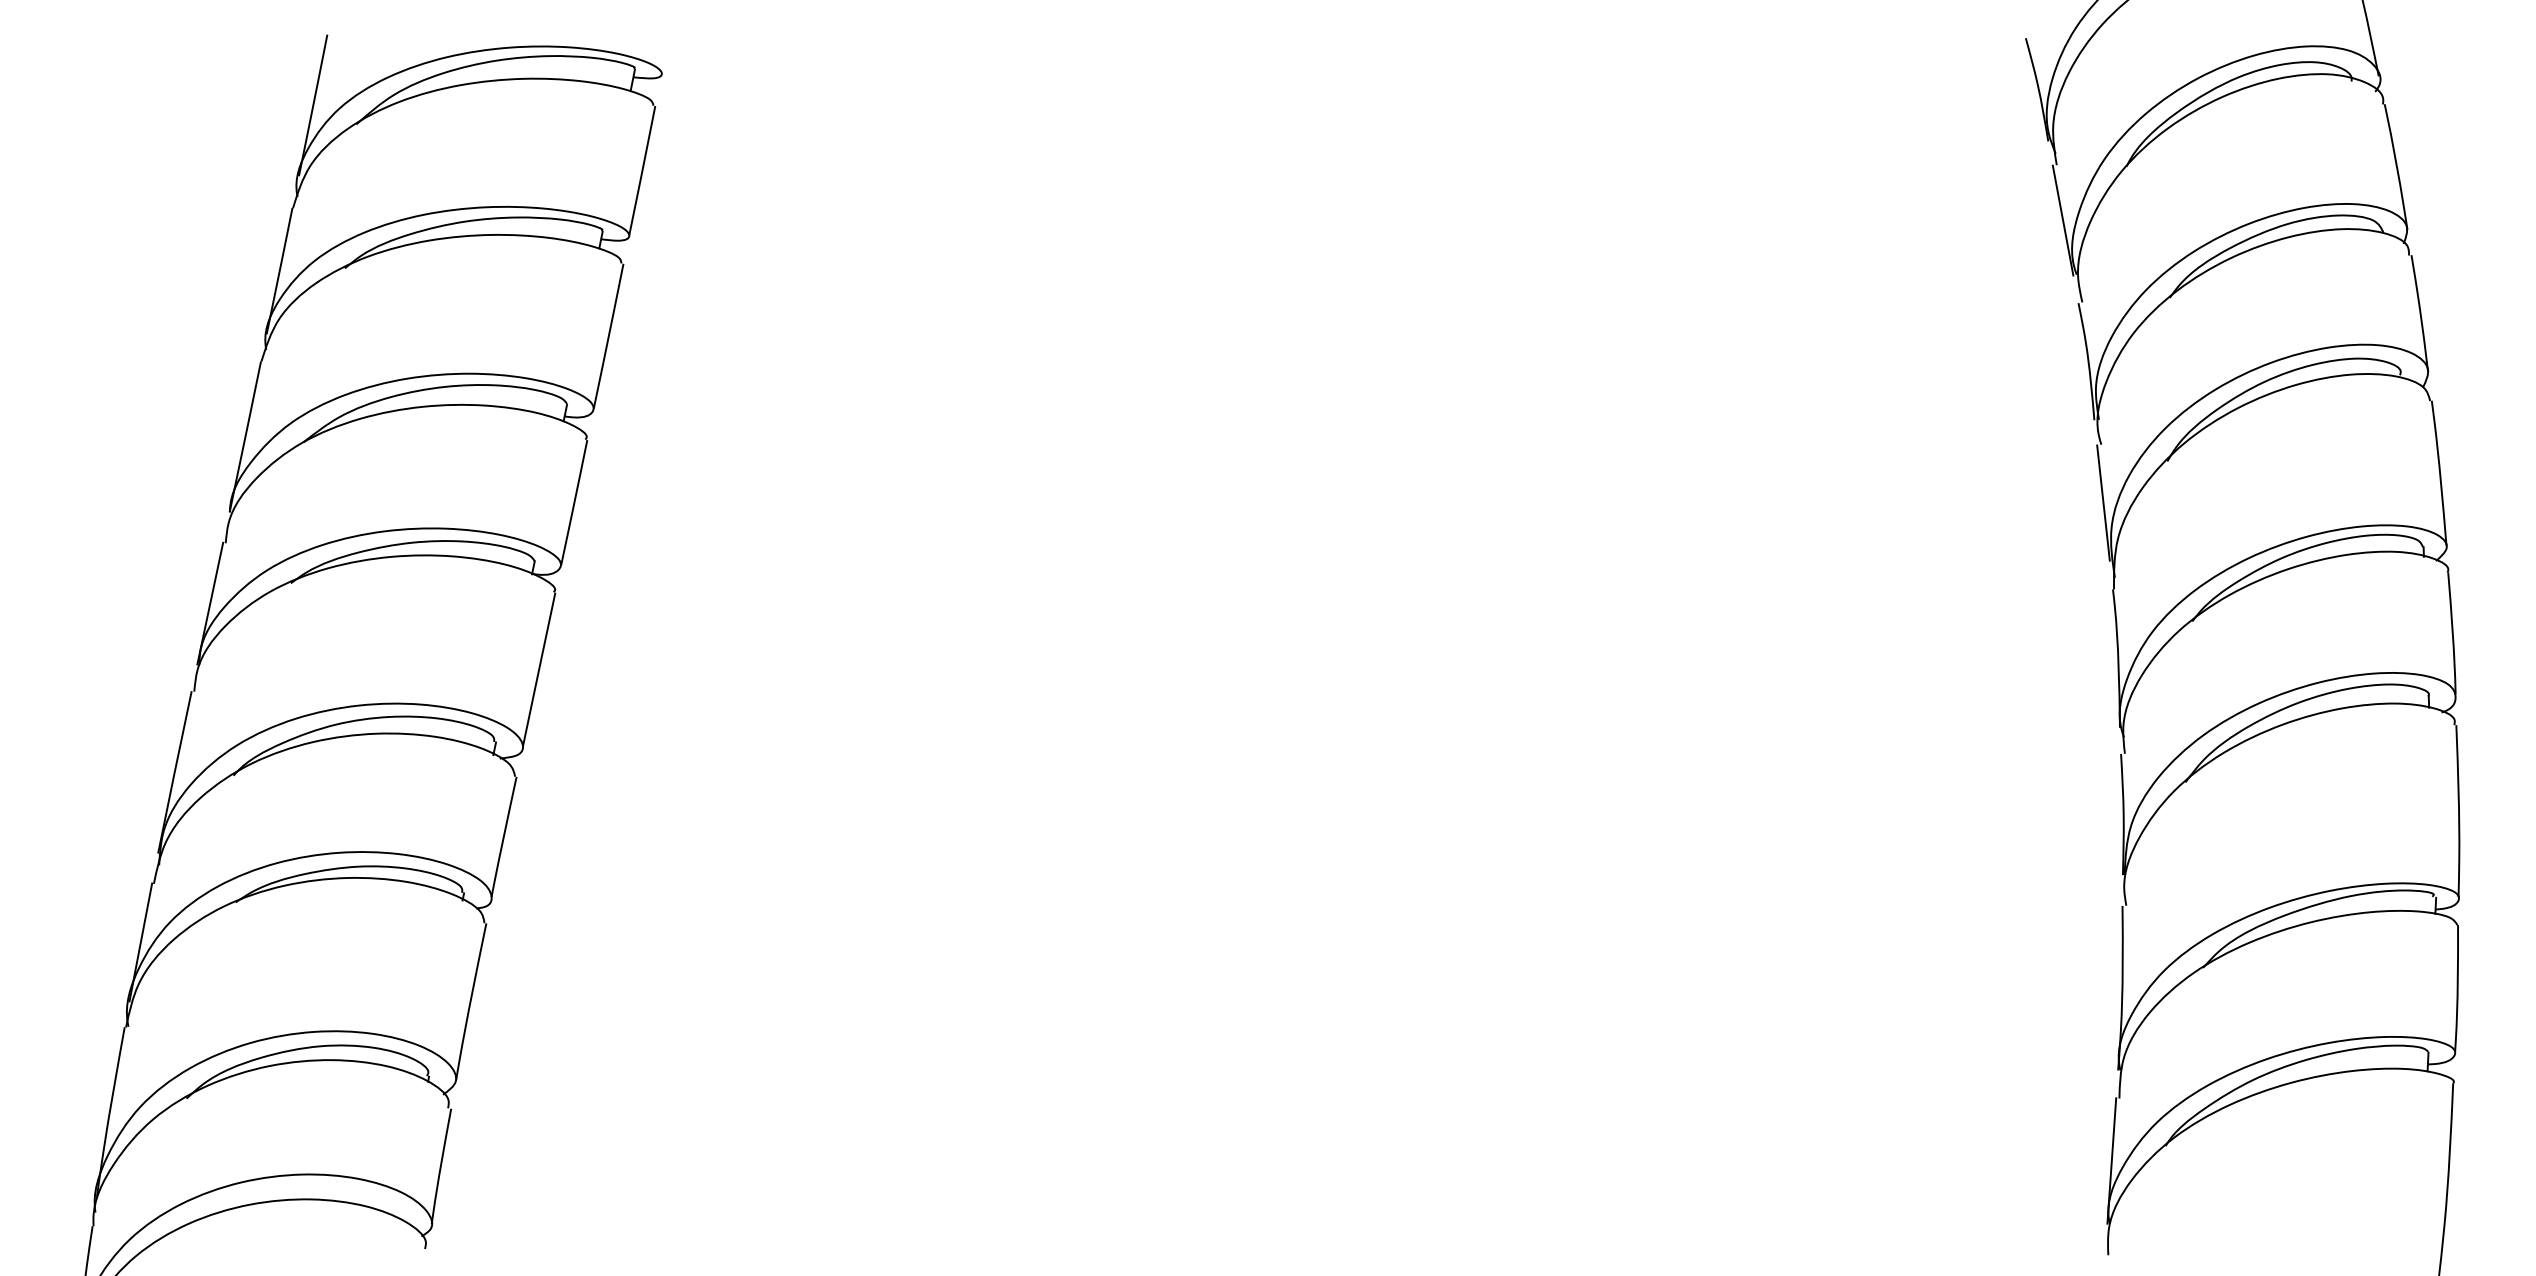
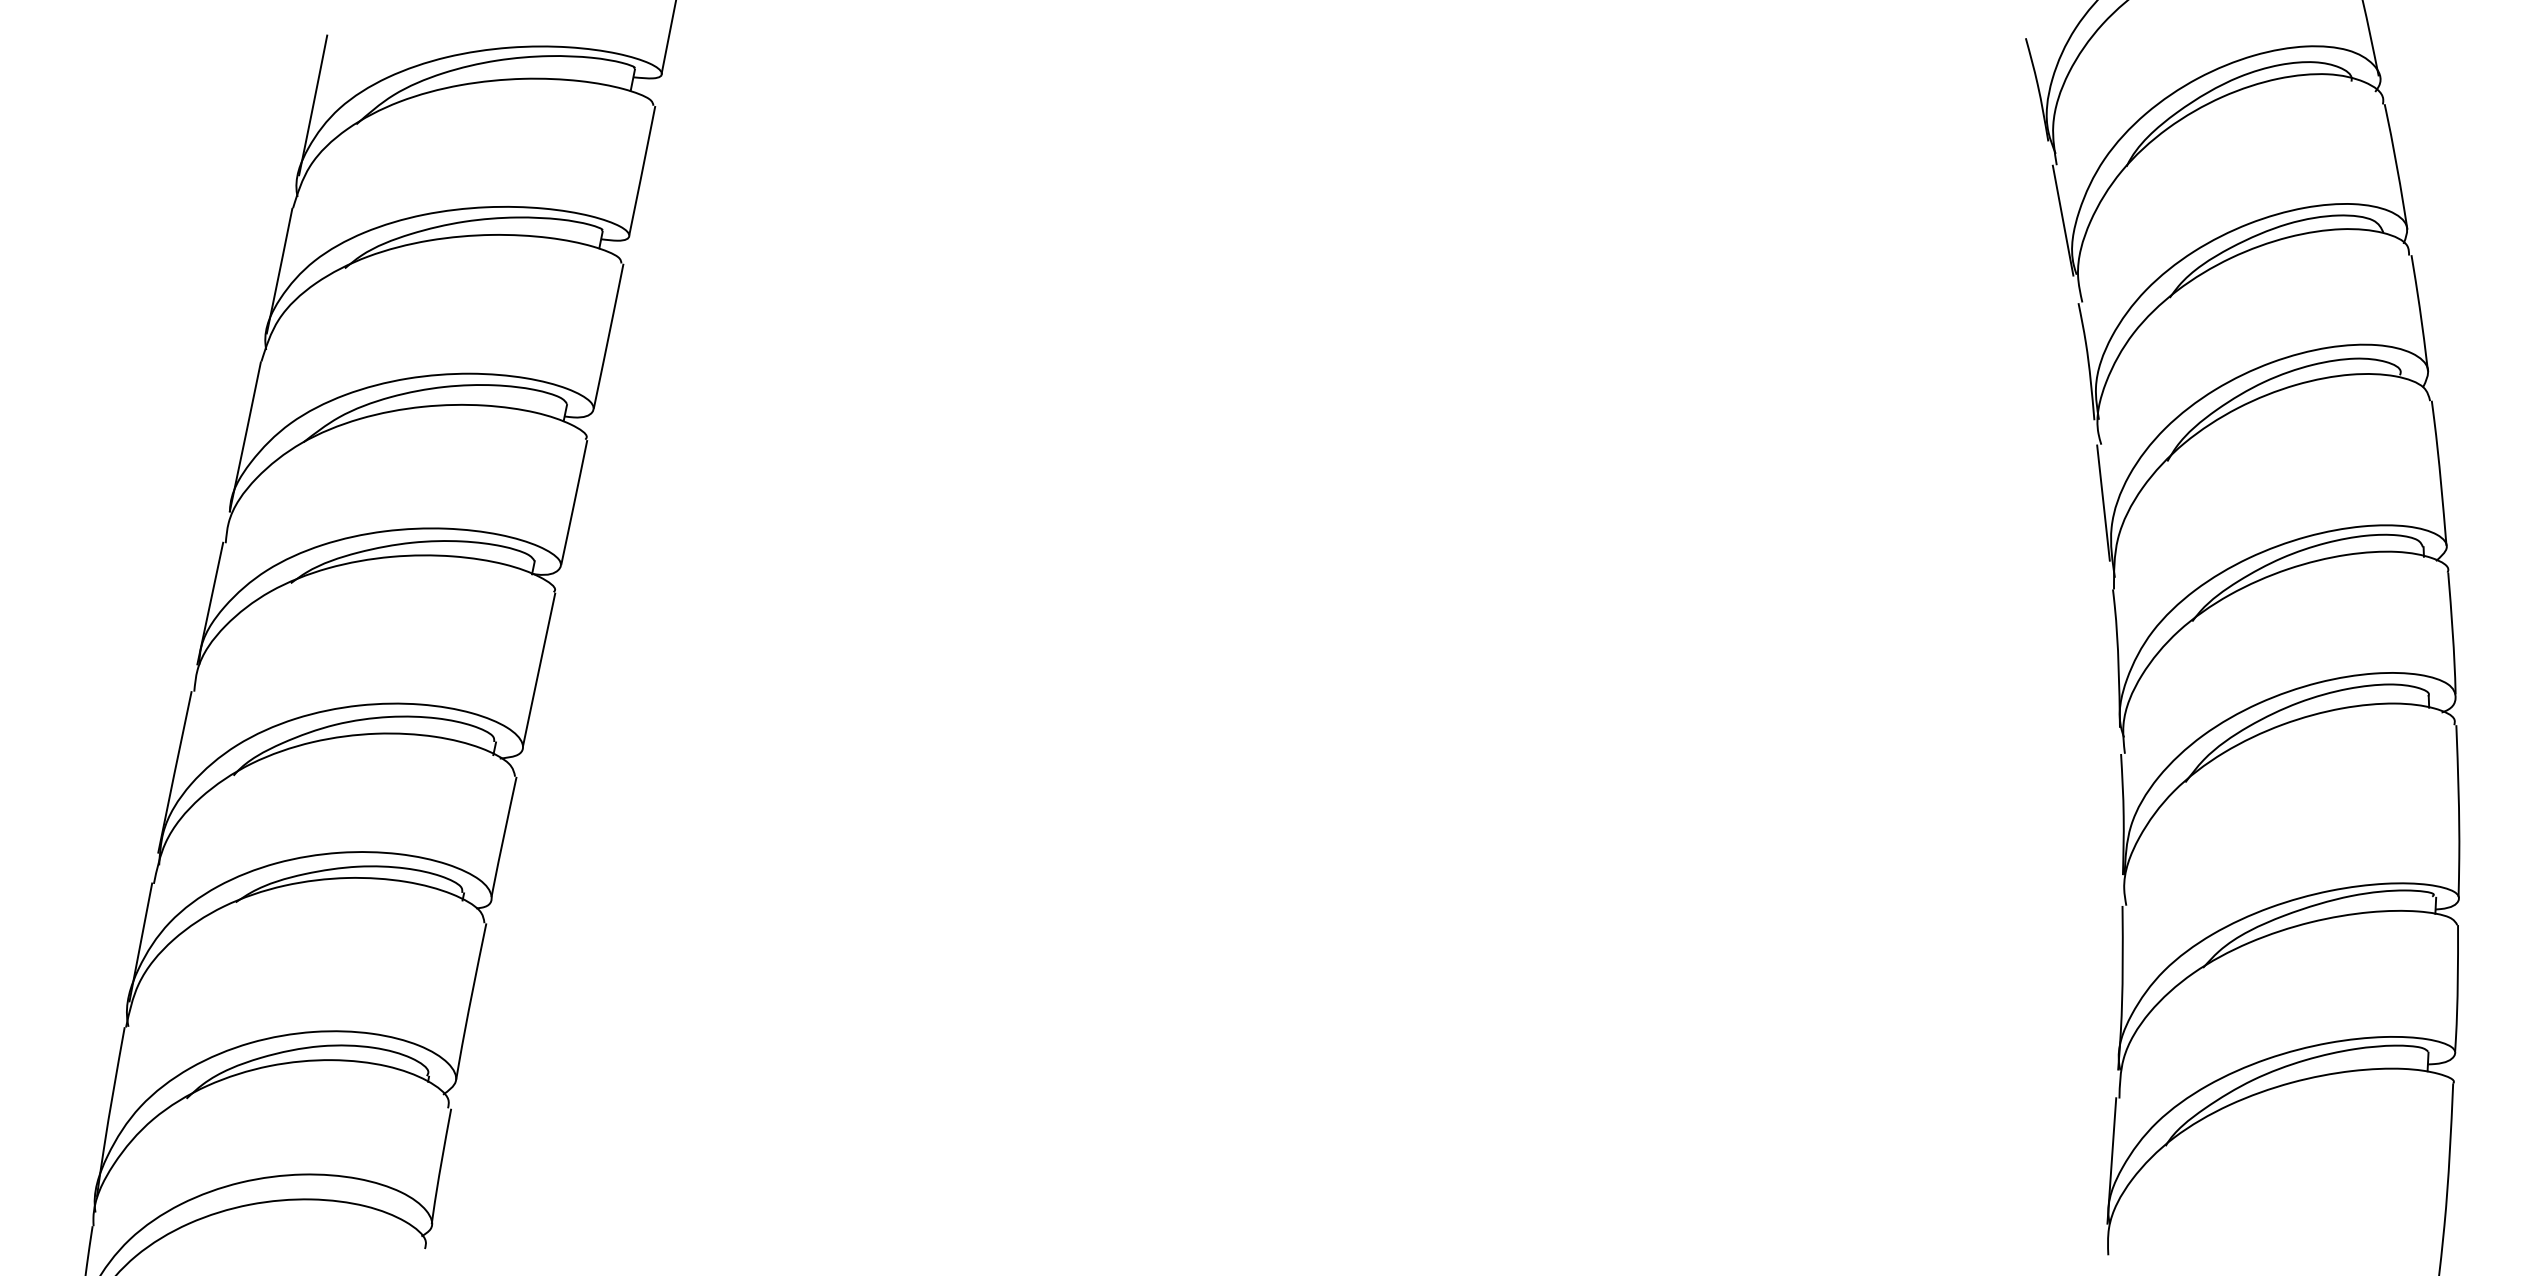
line at (668, 37): none -> present
